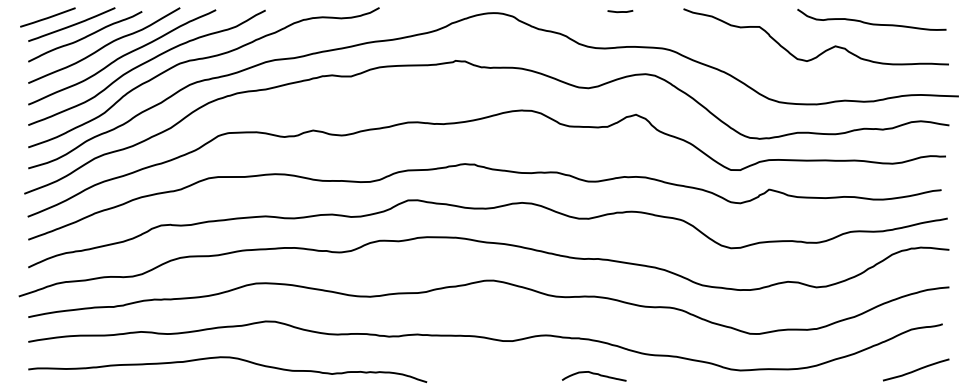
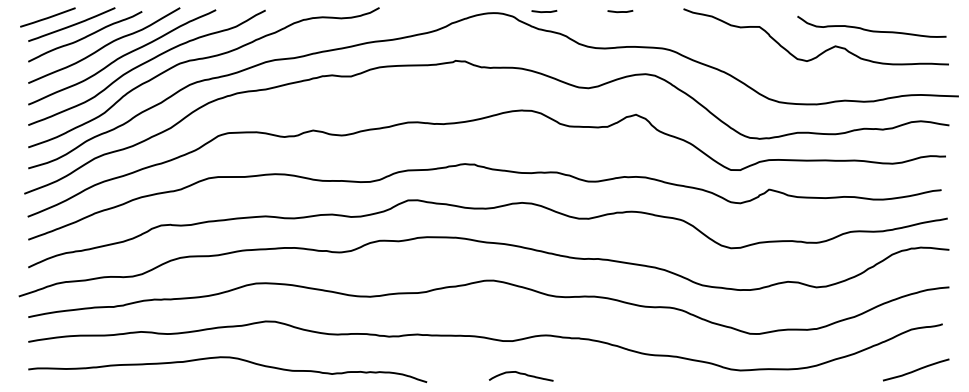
line at (544, 11): none -> present
curve at (869, 22) position: (869, 22) -> (869, 29)
curve at (593, 374) position: (593, 374) -> (520, 374)
